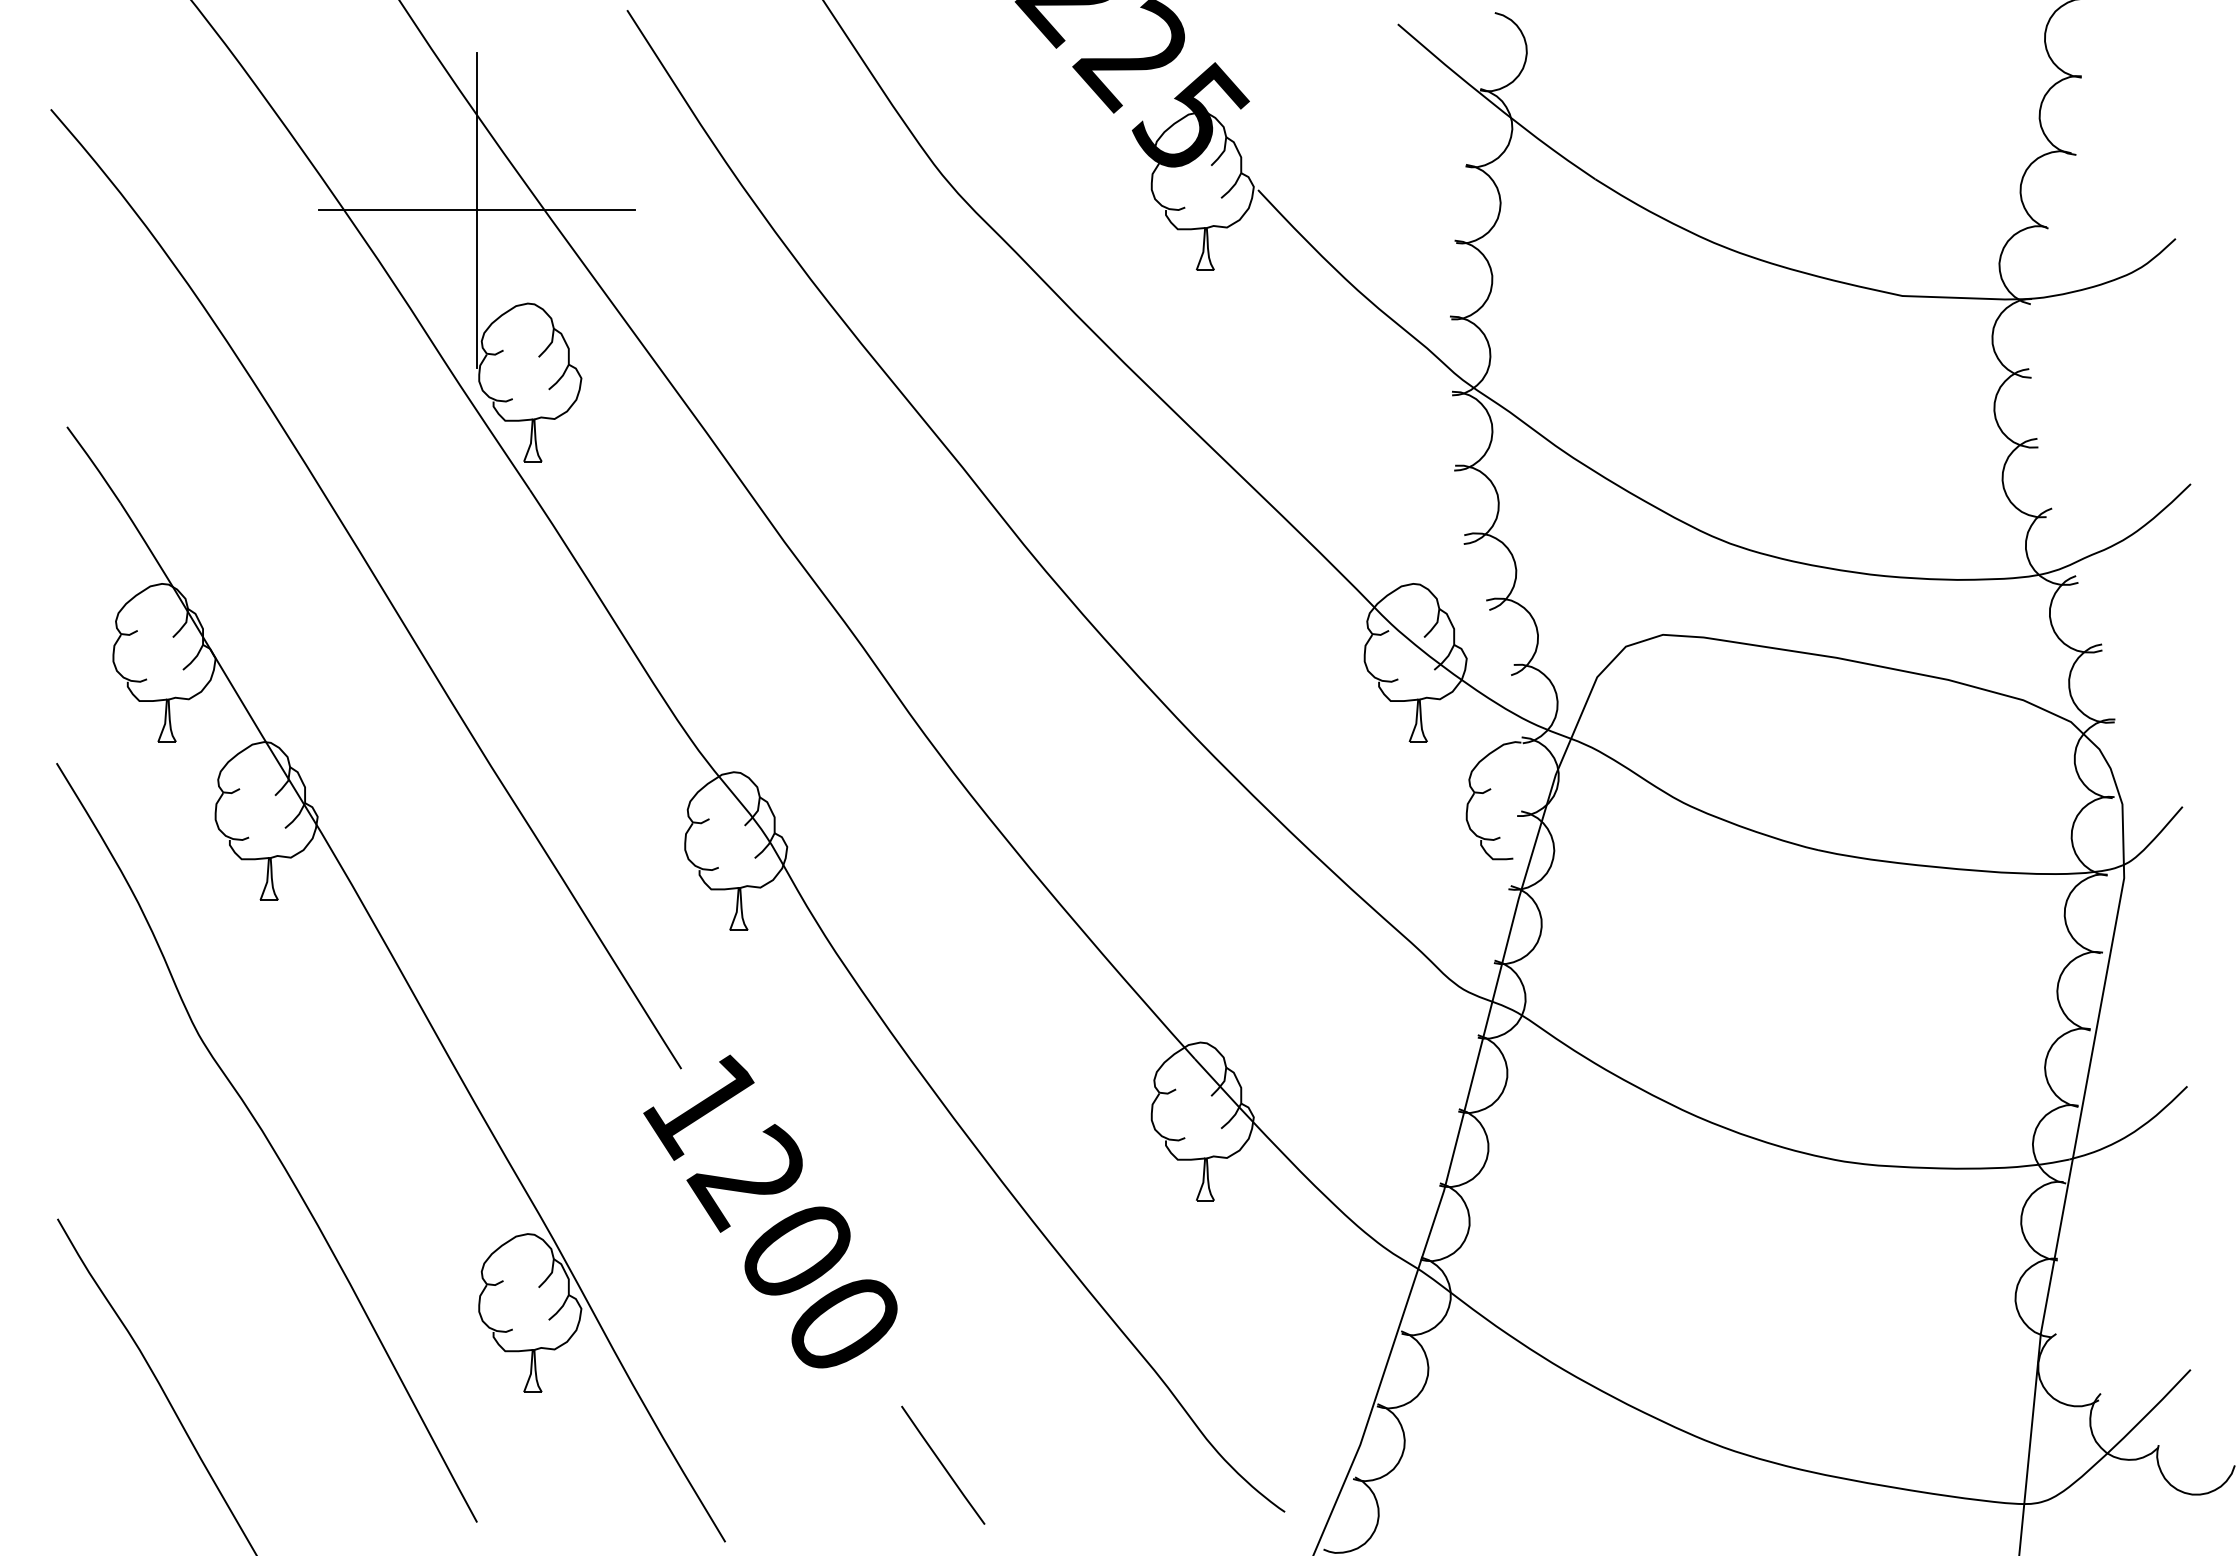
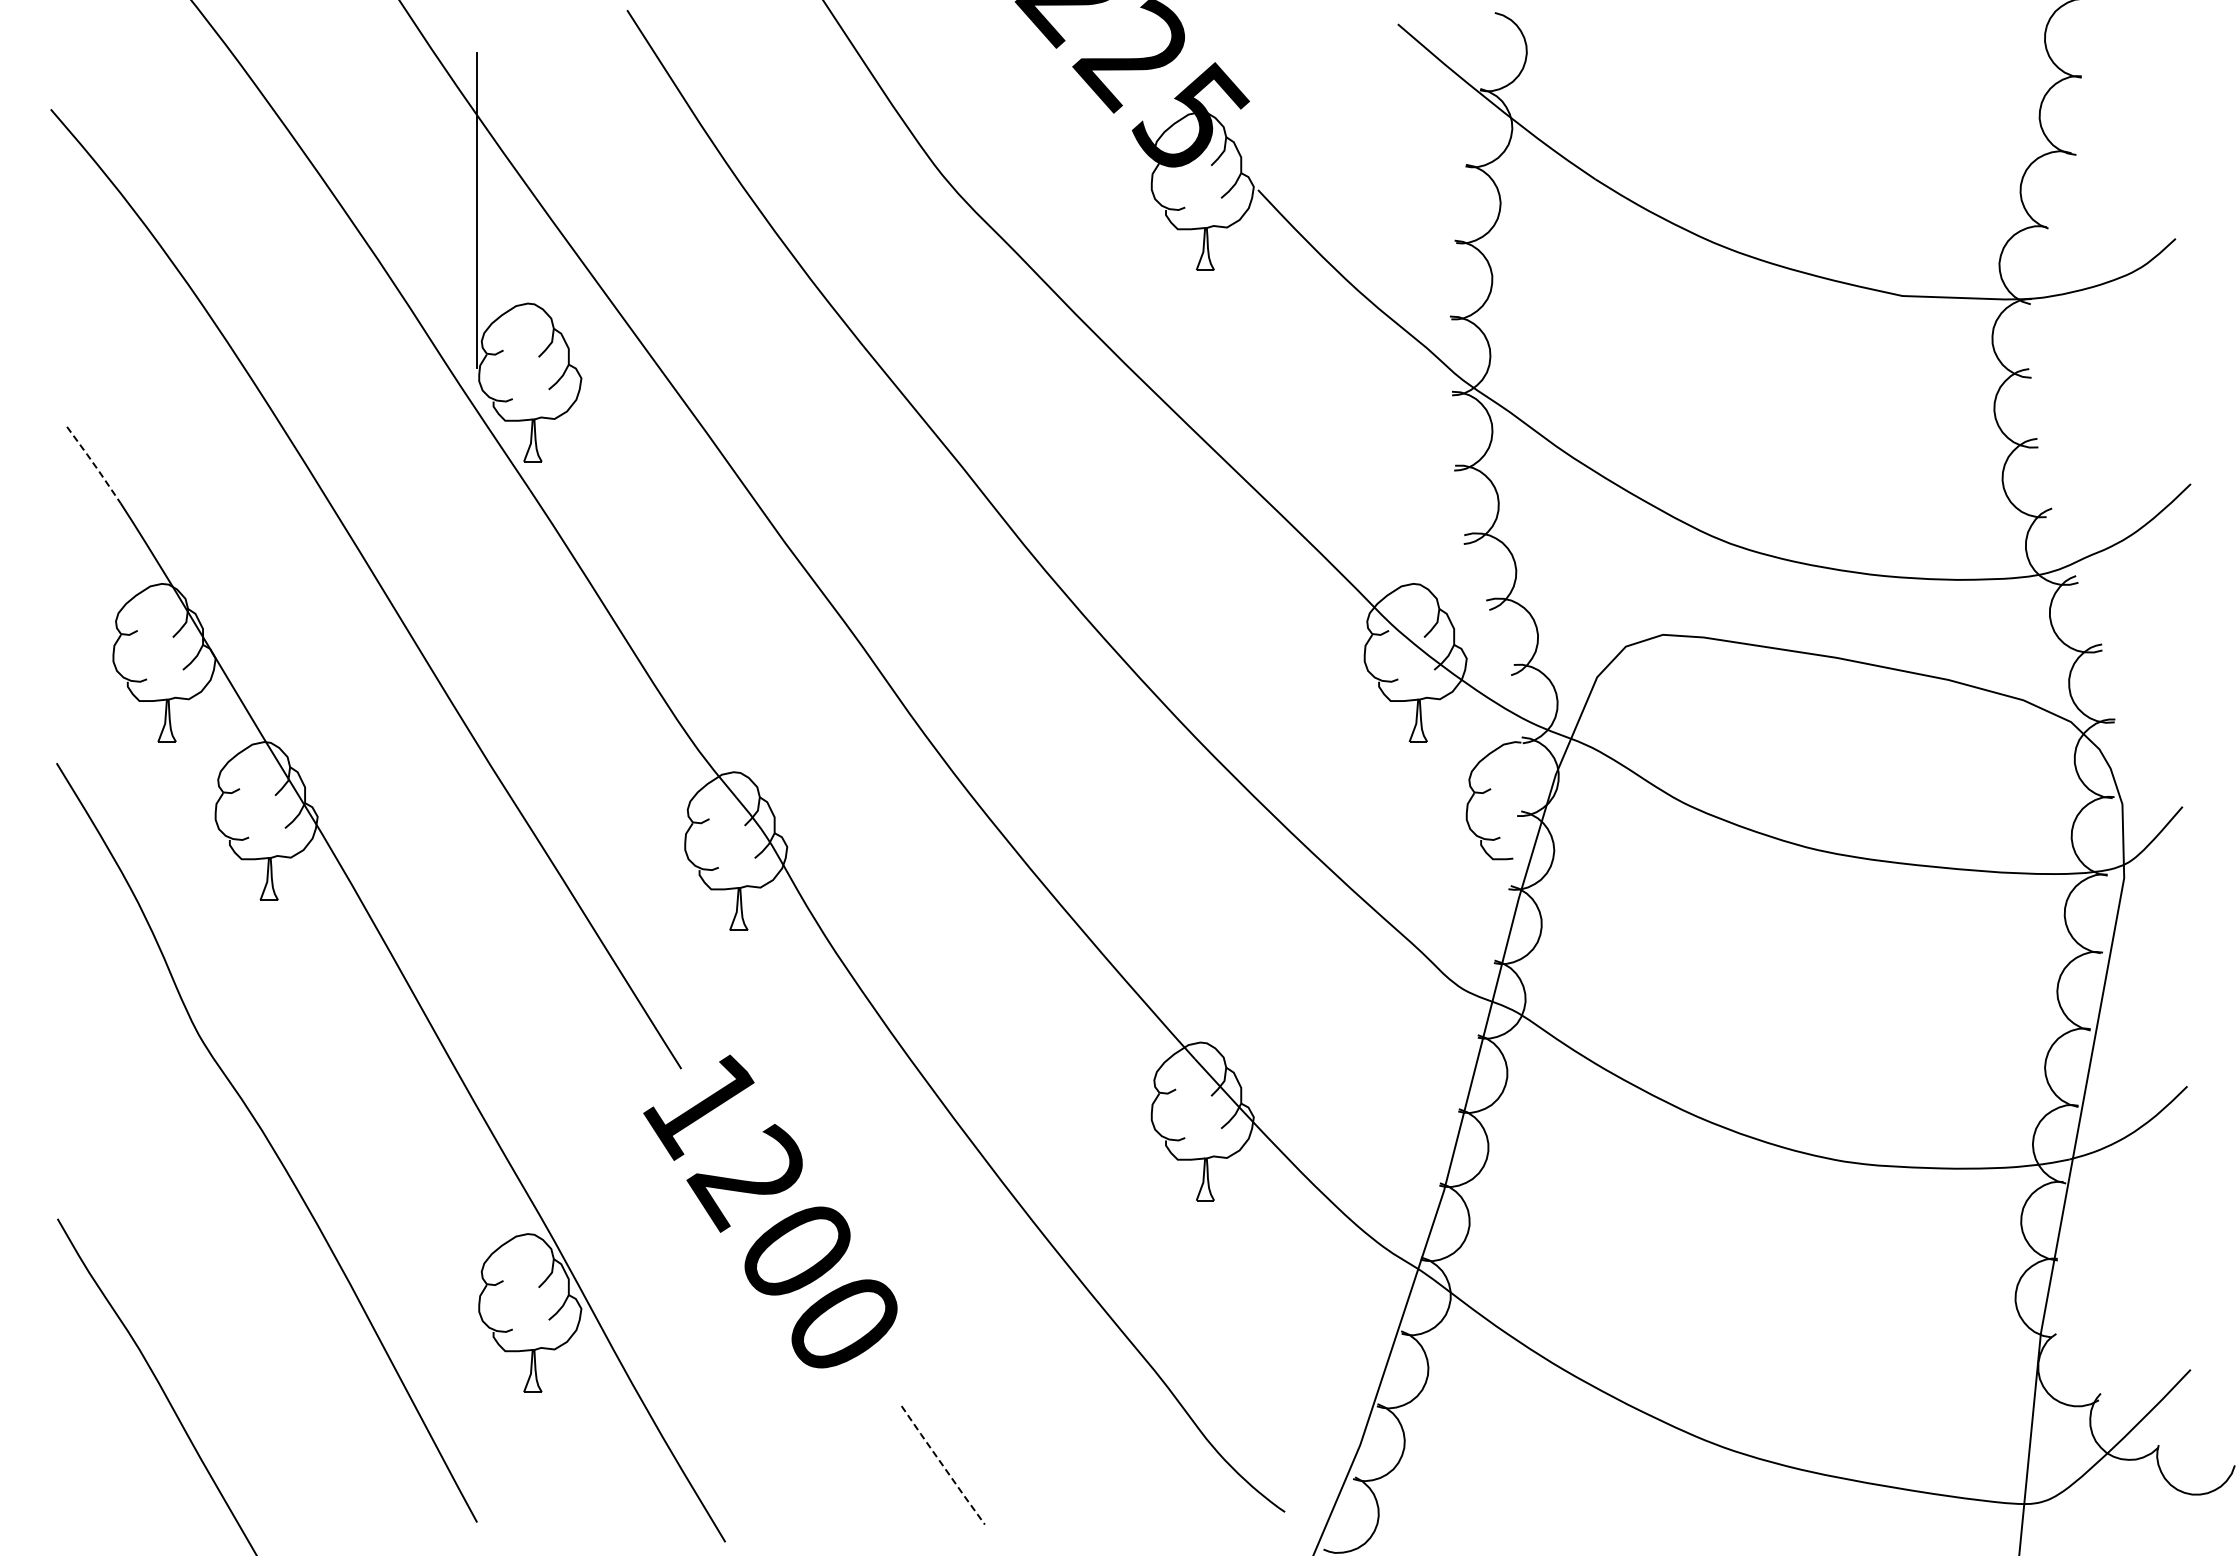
line at (476, 210): present -> none
line at (94, 464): solid -> dashed
line at (943, 1466): solid -> dashed
